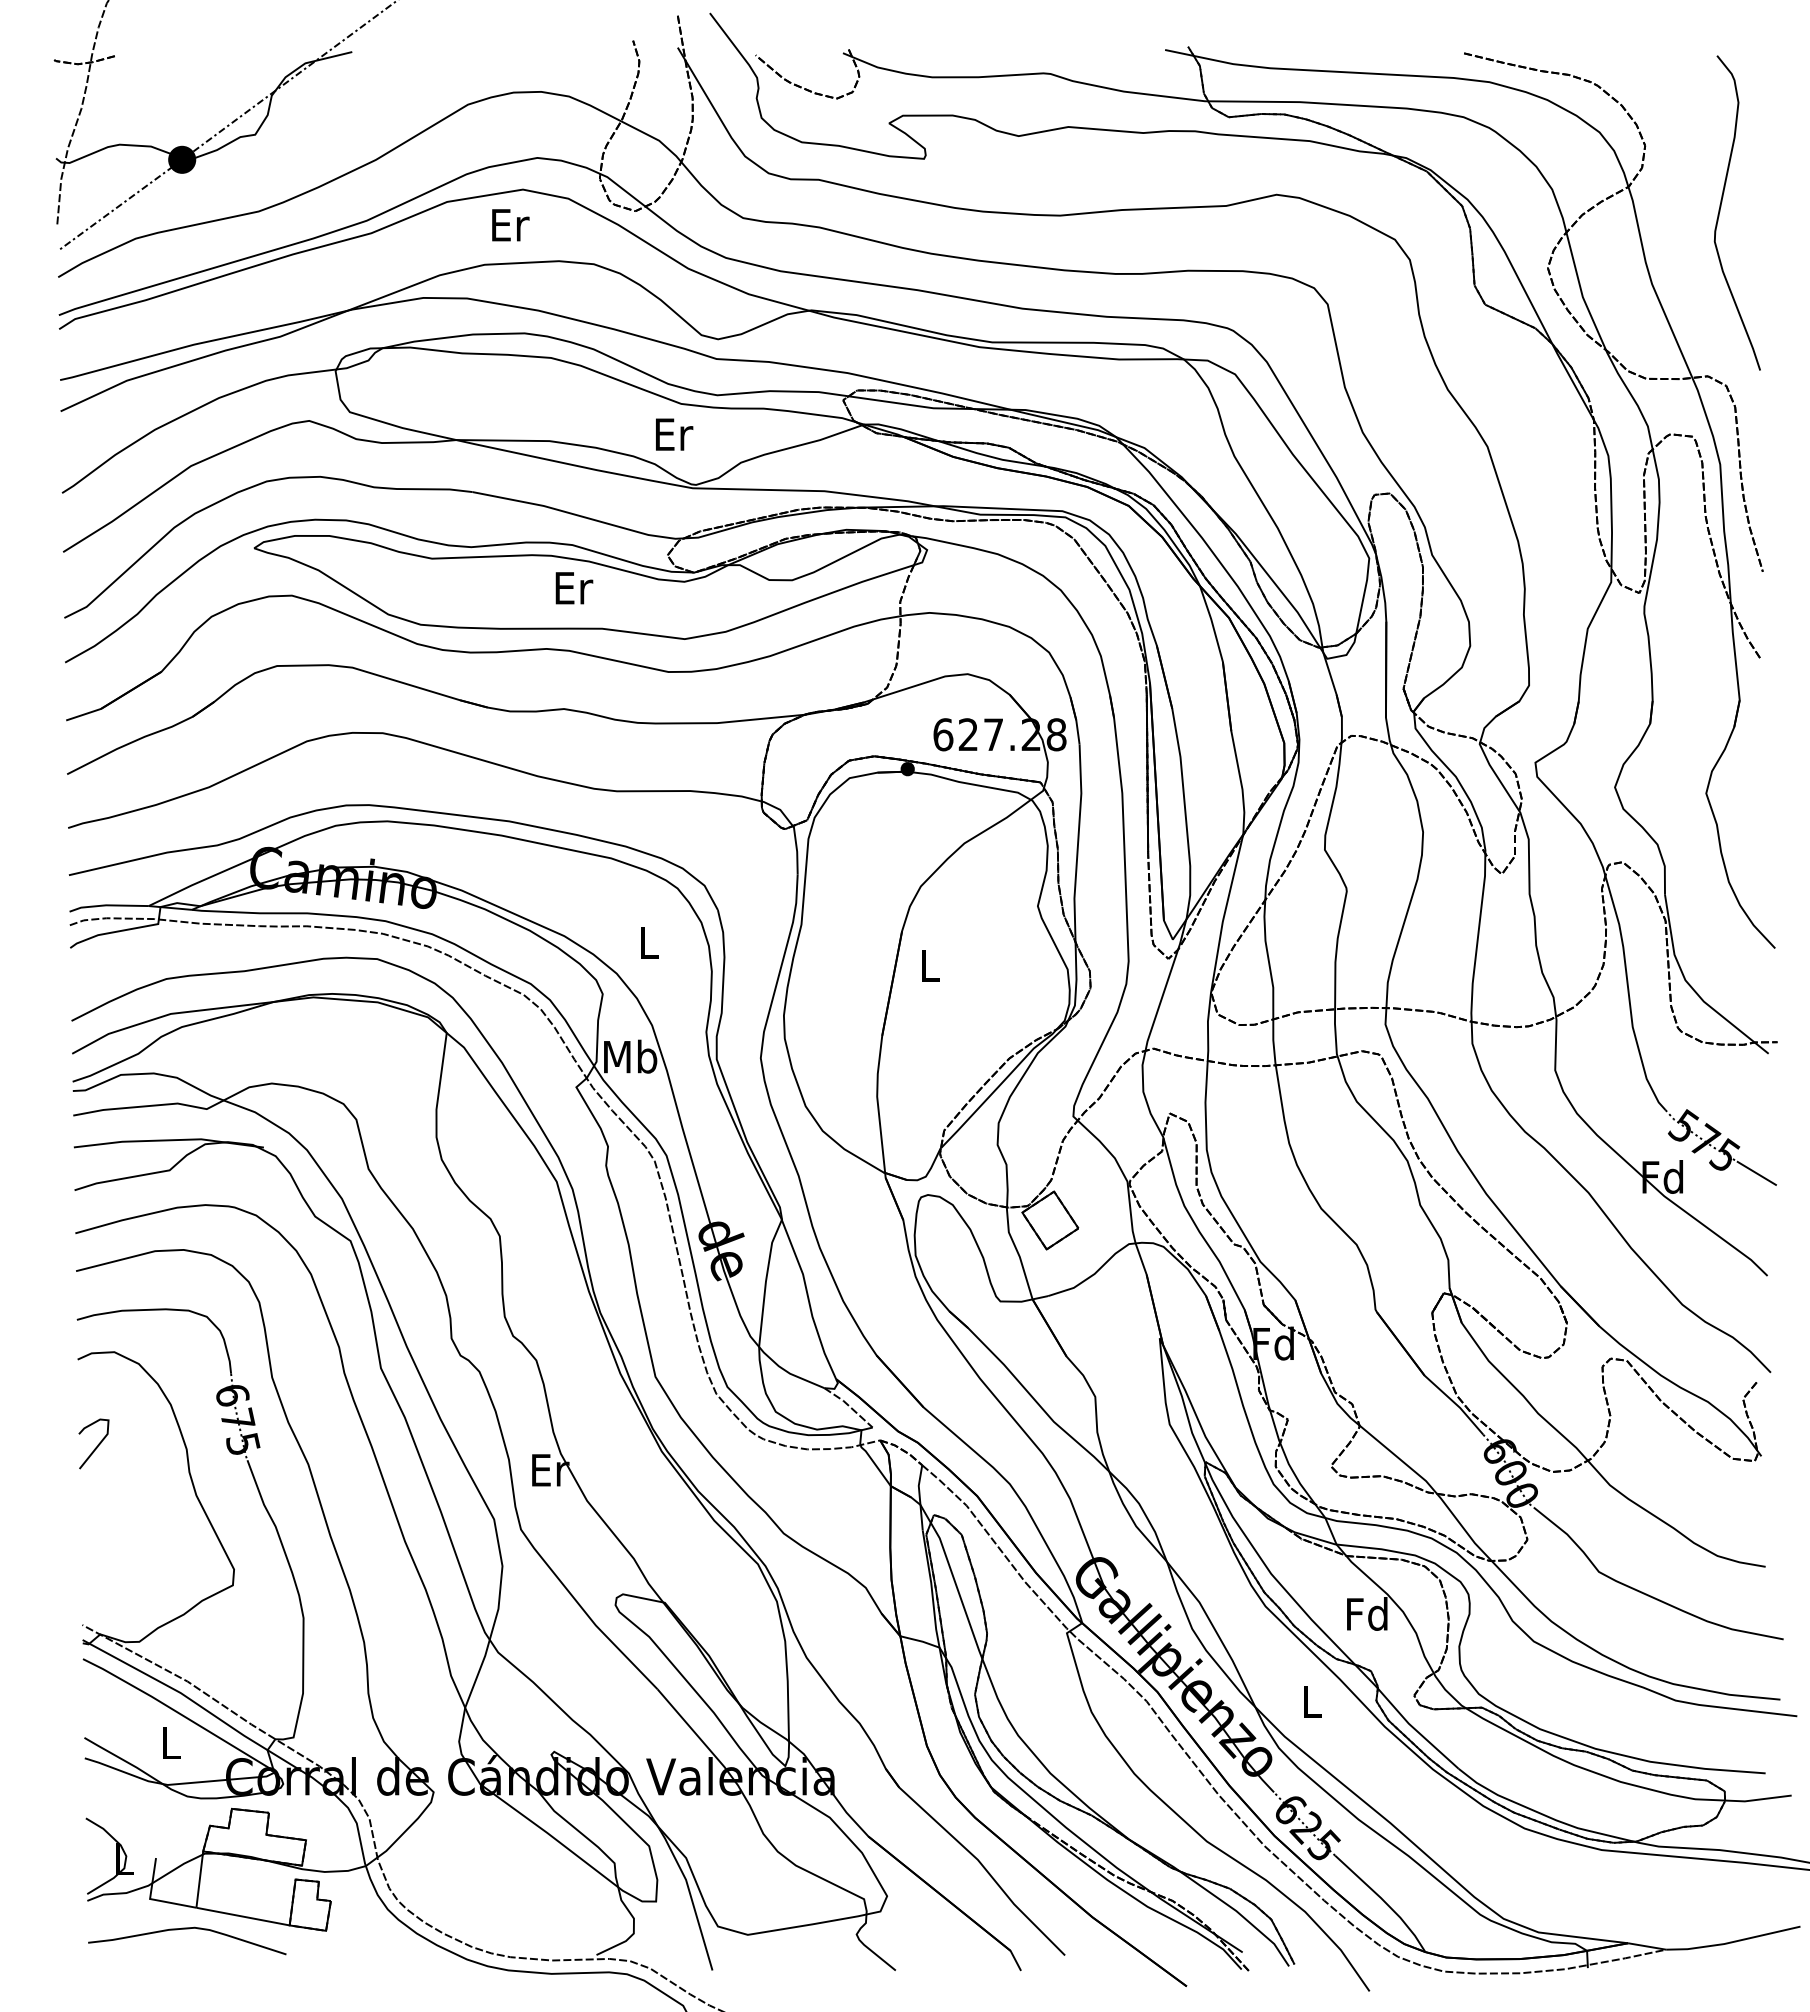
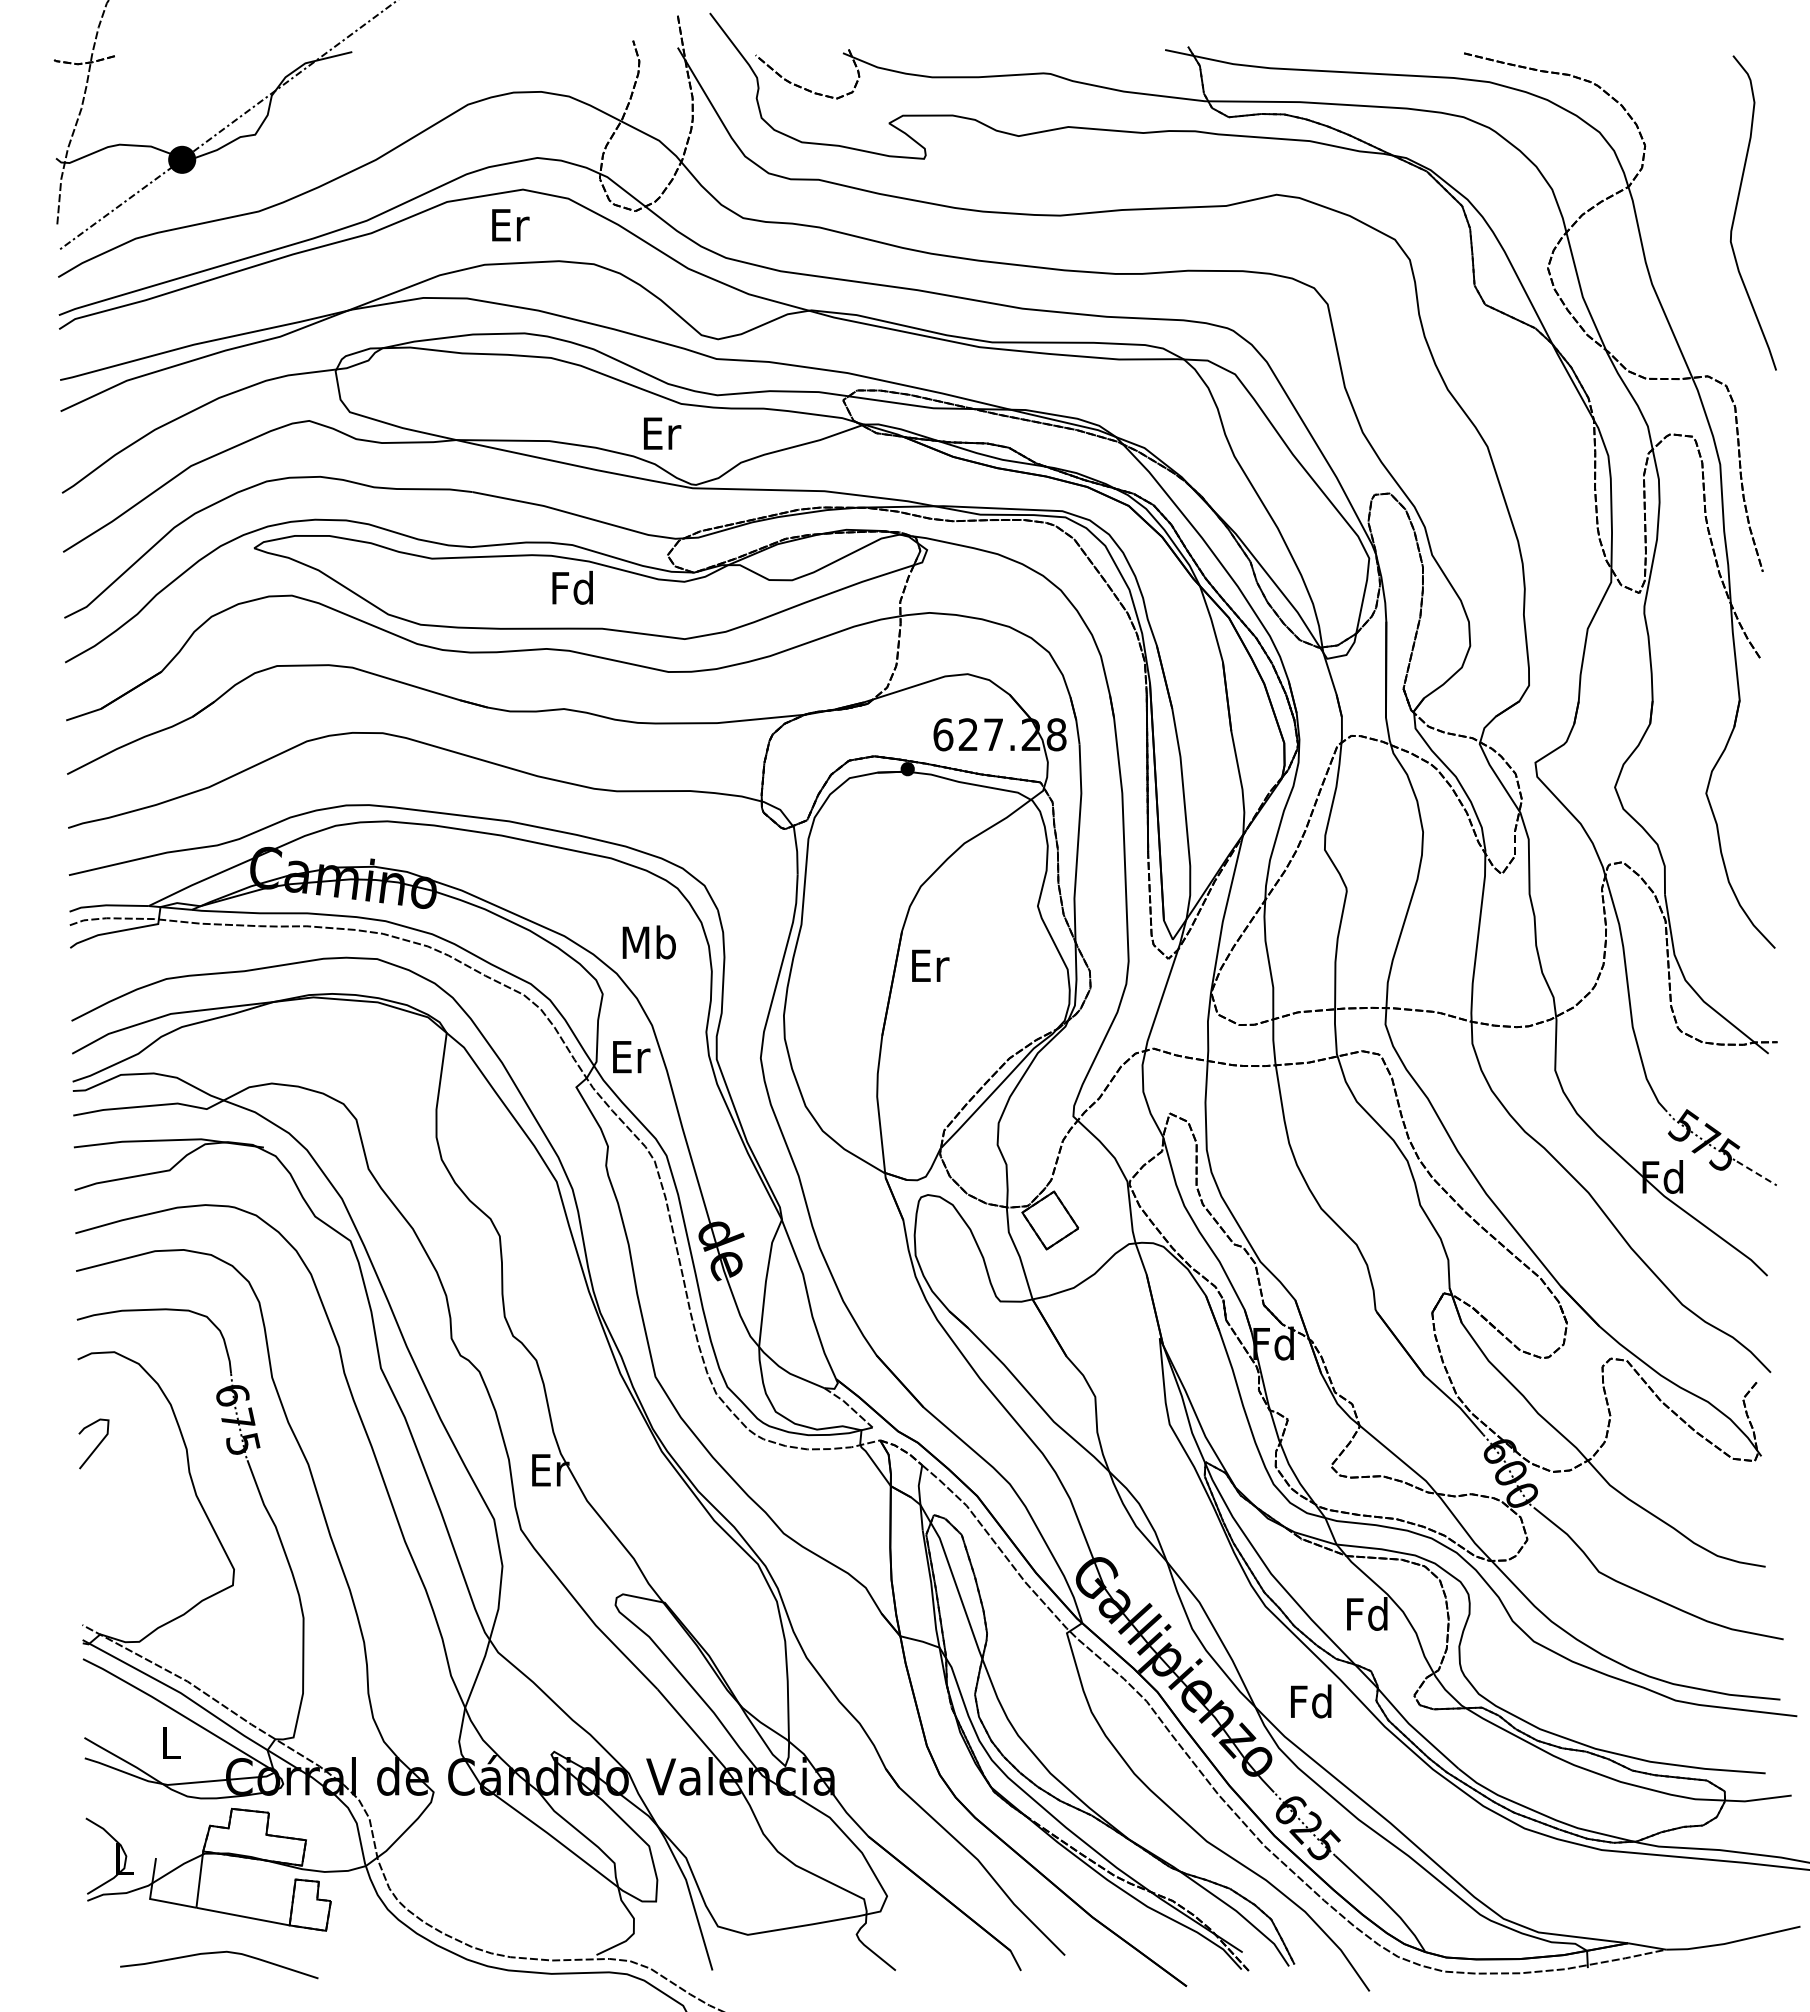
curve at (1721, 207) position: (1721, 207) -> (1737, 207)
text at (674, 434) position: (674, 434) -> (662, 433)
text at (572, 587): Er -> Fd
text at (648, 942): L -> Mb
text at (930, 965): L -> Er
text at (630, 1056): Mb -> Er
line at (1757, 1173): solid -> dashed
text at (1311, 1701): L -> Fd
curve at (187, 1929) position: (187, 1929) -> (219, 1953)
